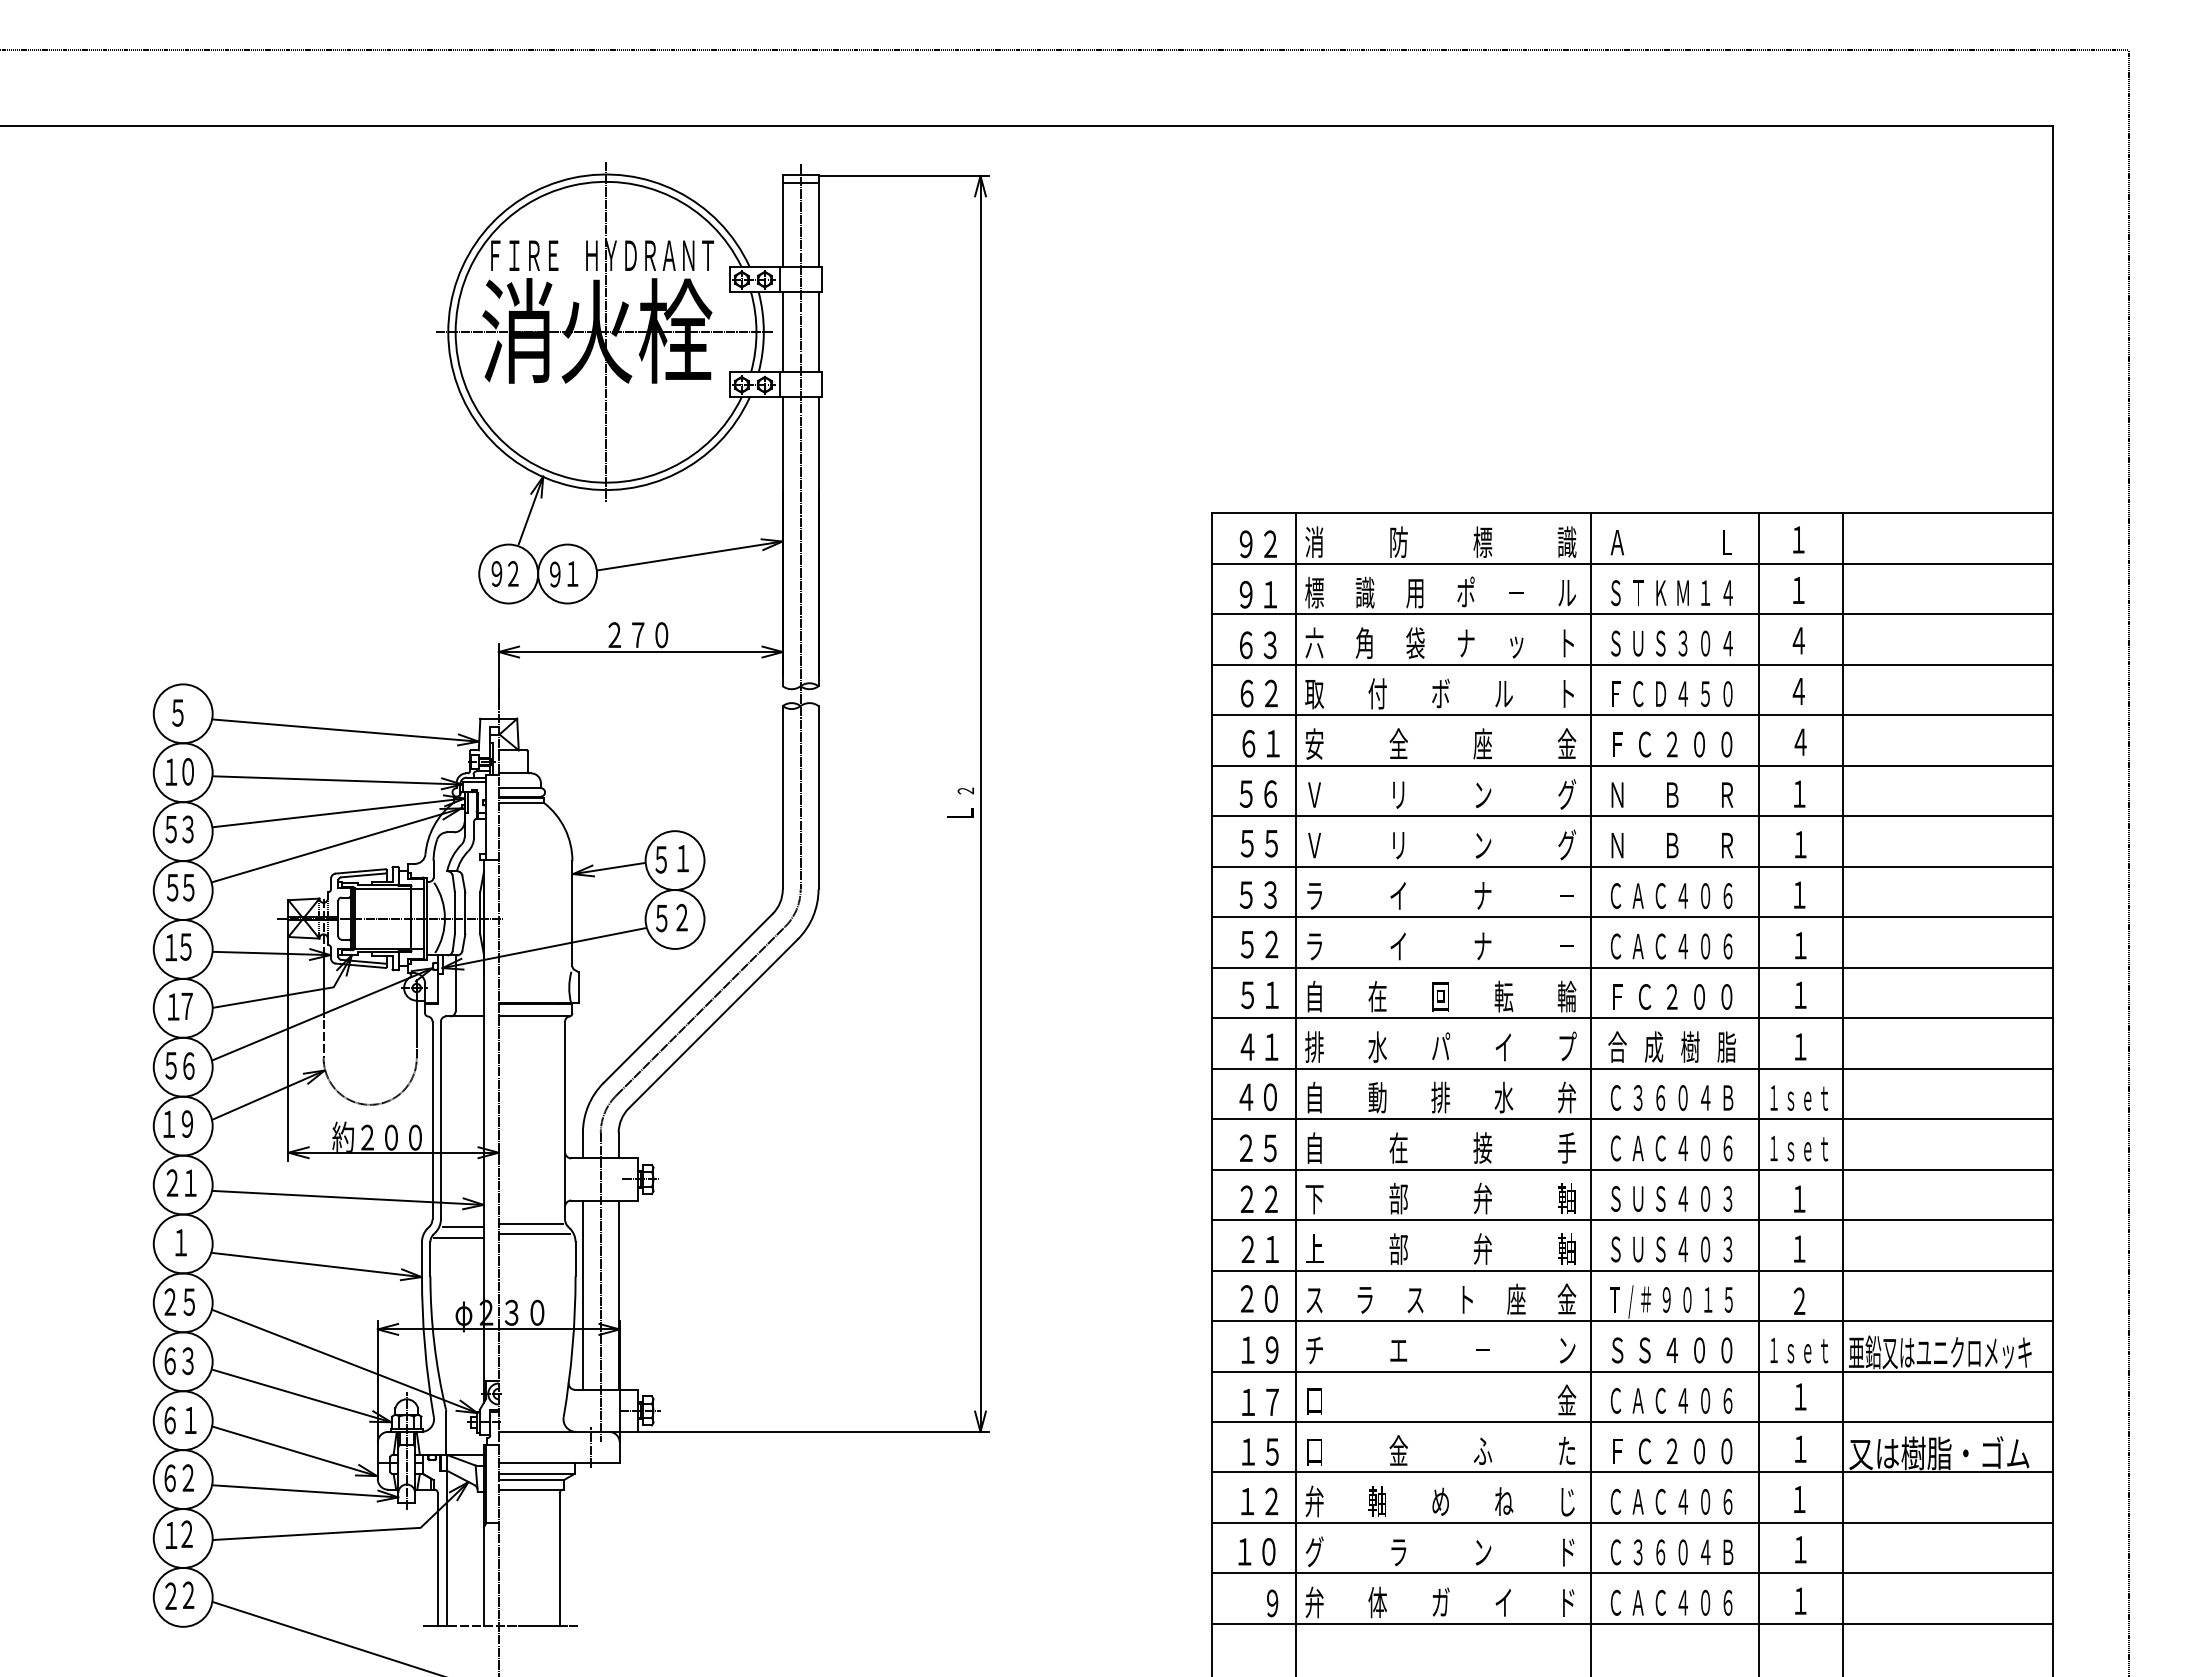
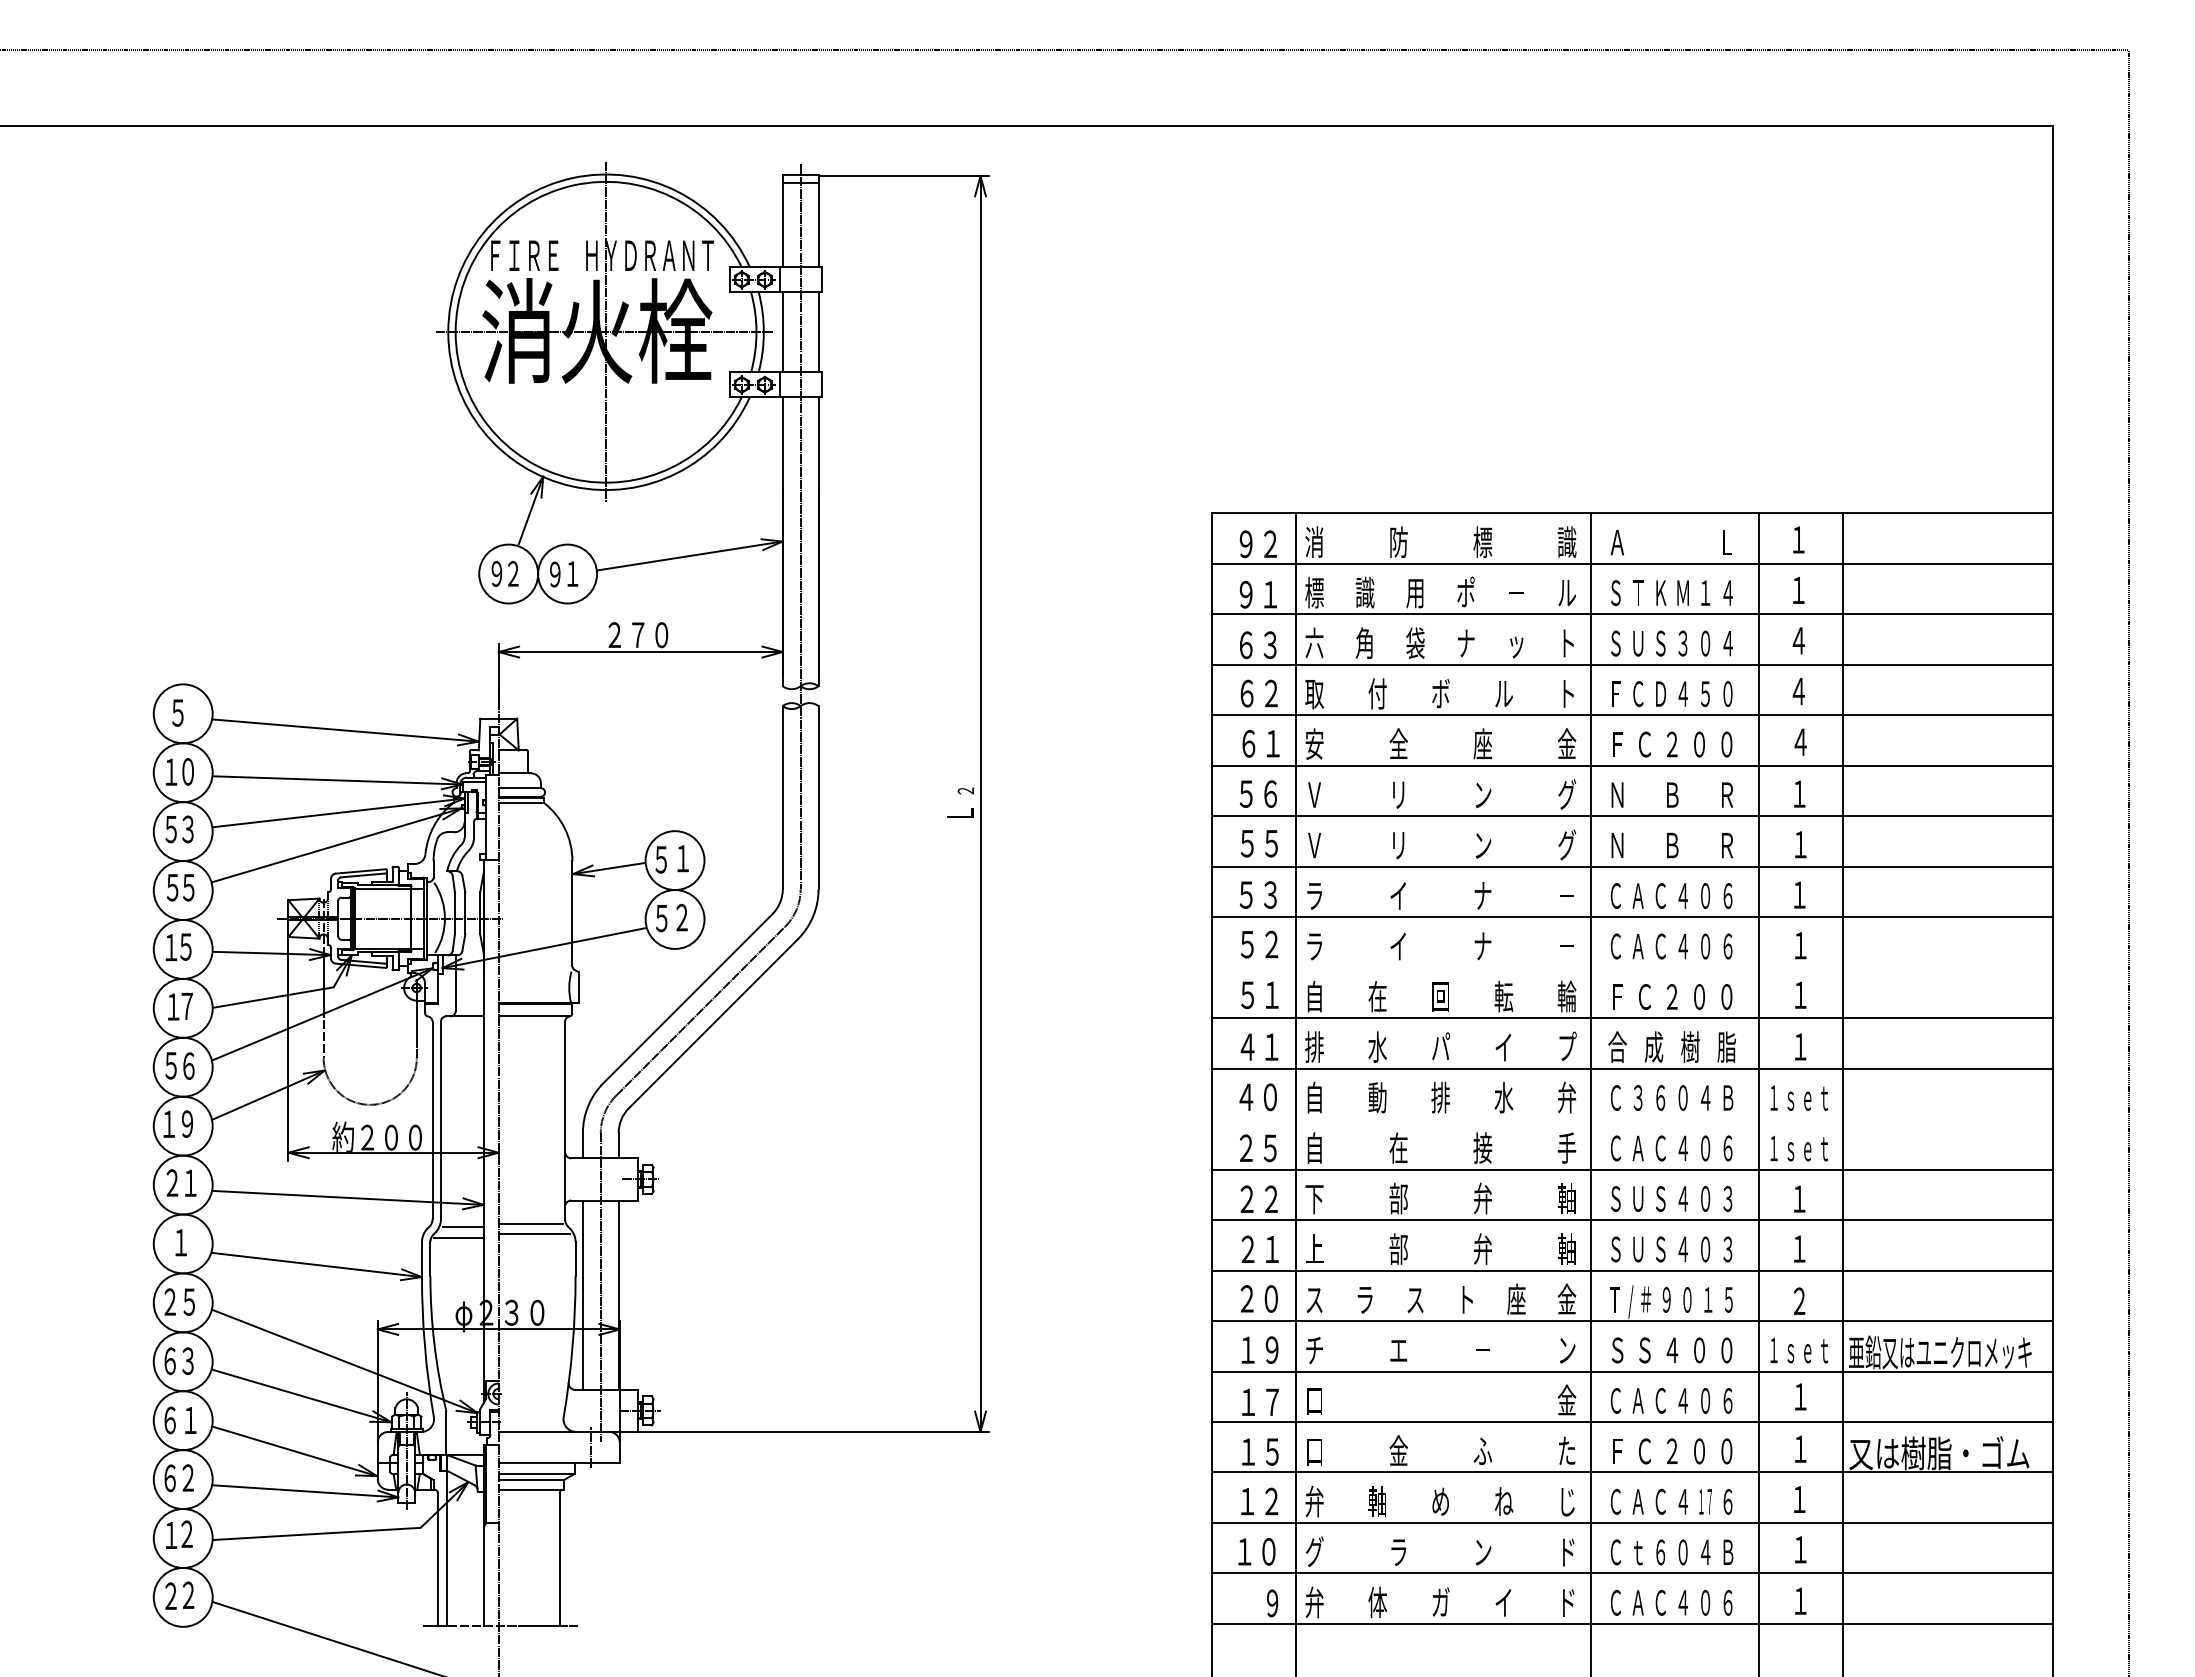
line at (1632, 967): present -> none
line at (1632, 1119): present -> none
text at (1705, 1501): ０ -> １７
text at (1637, 1552): ３ -> ｔ
